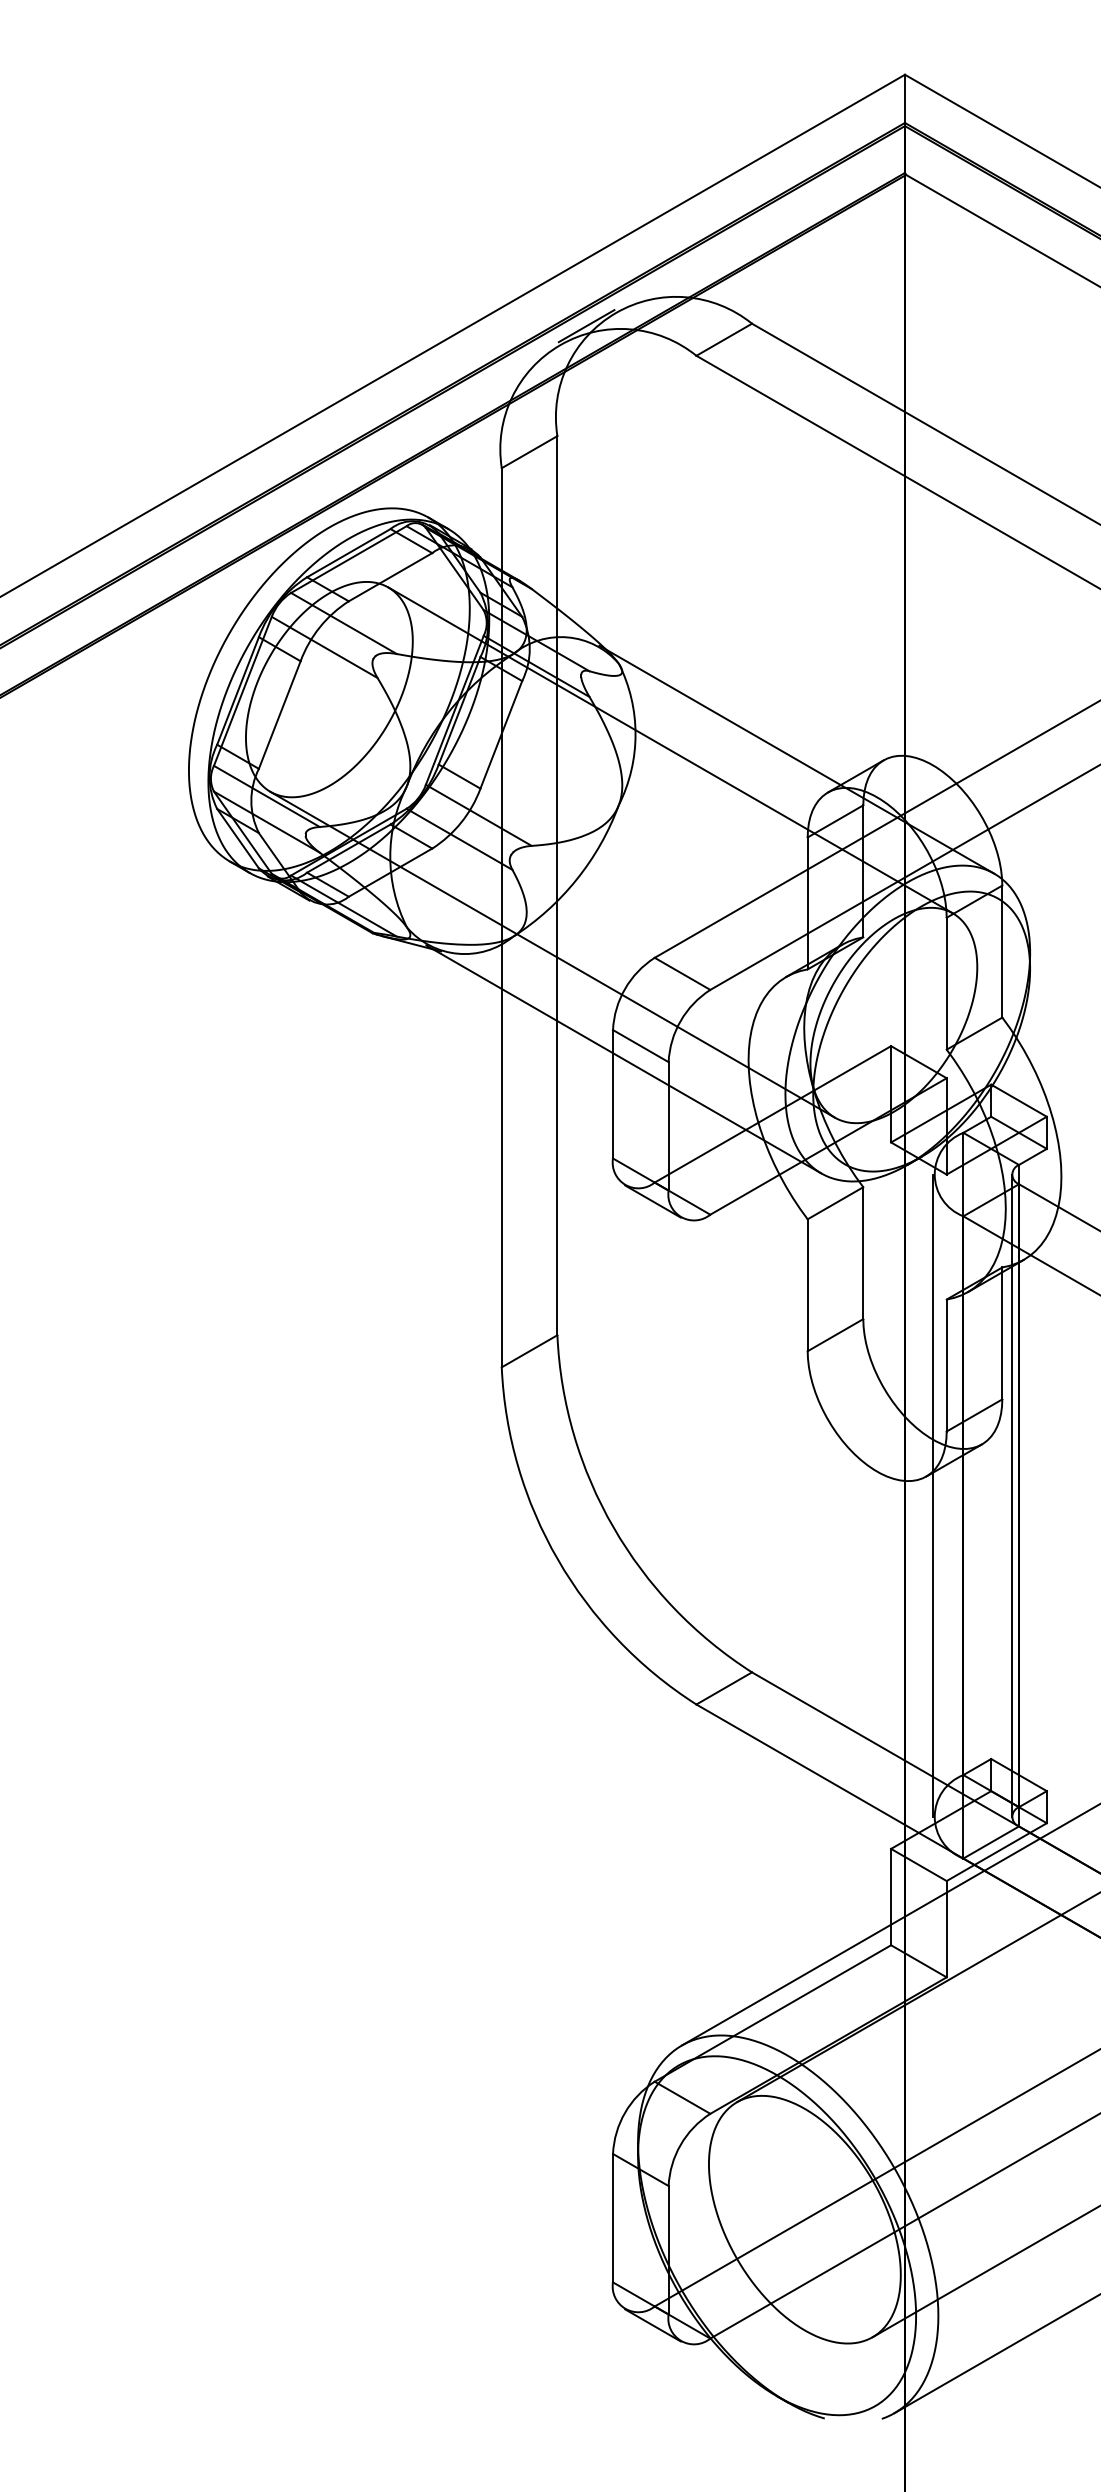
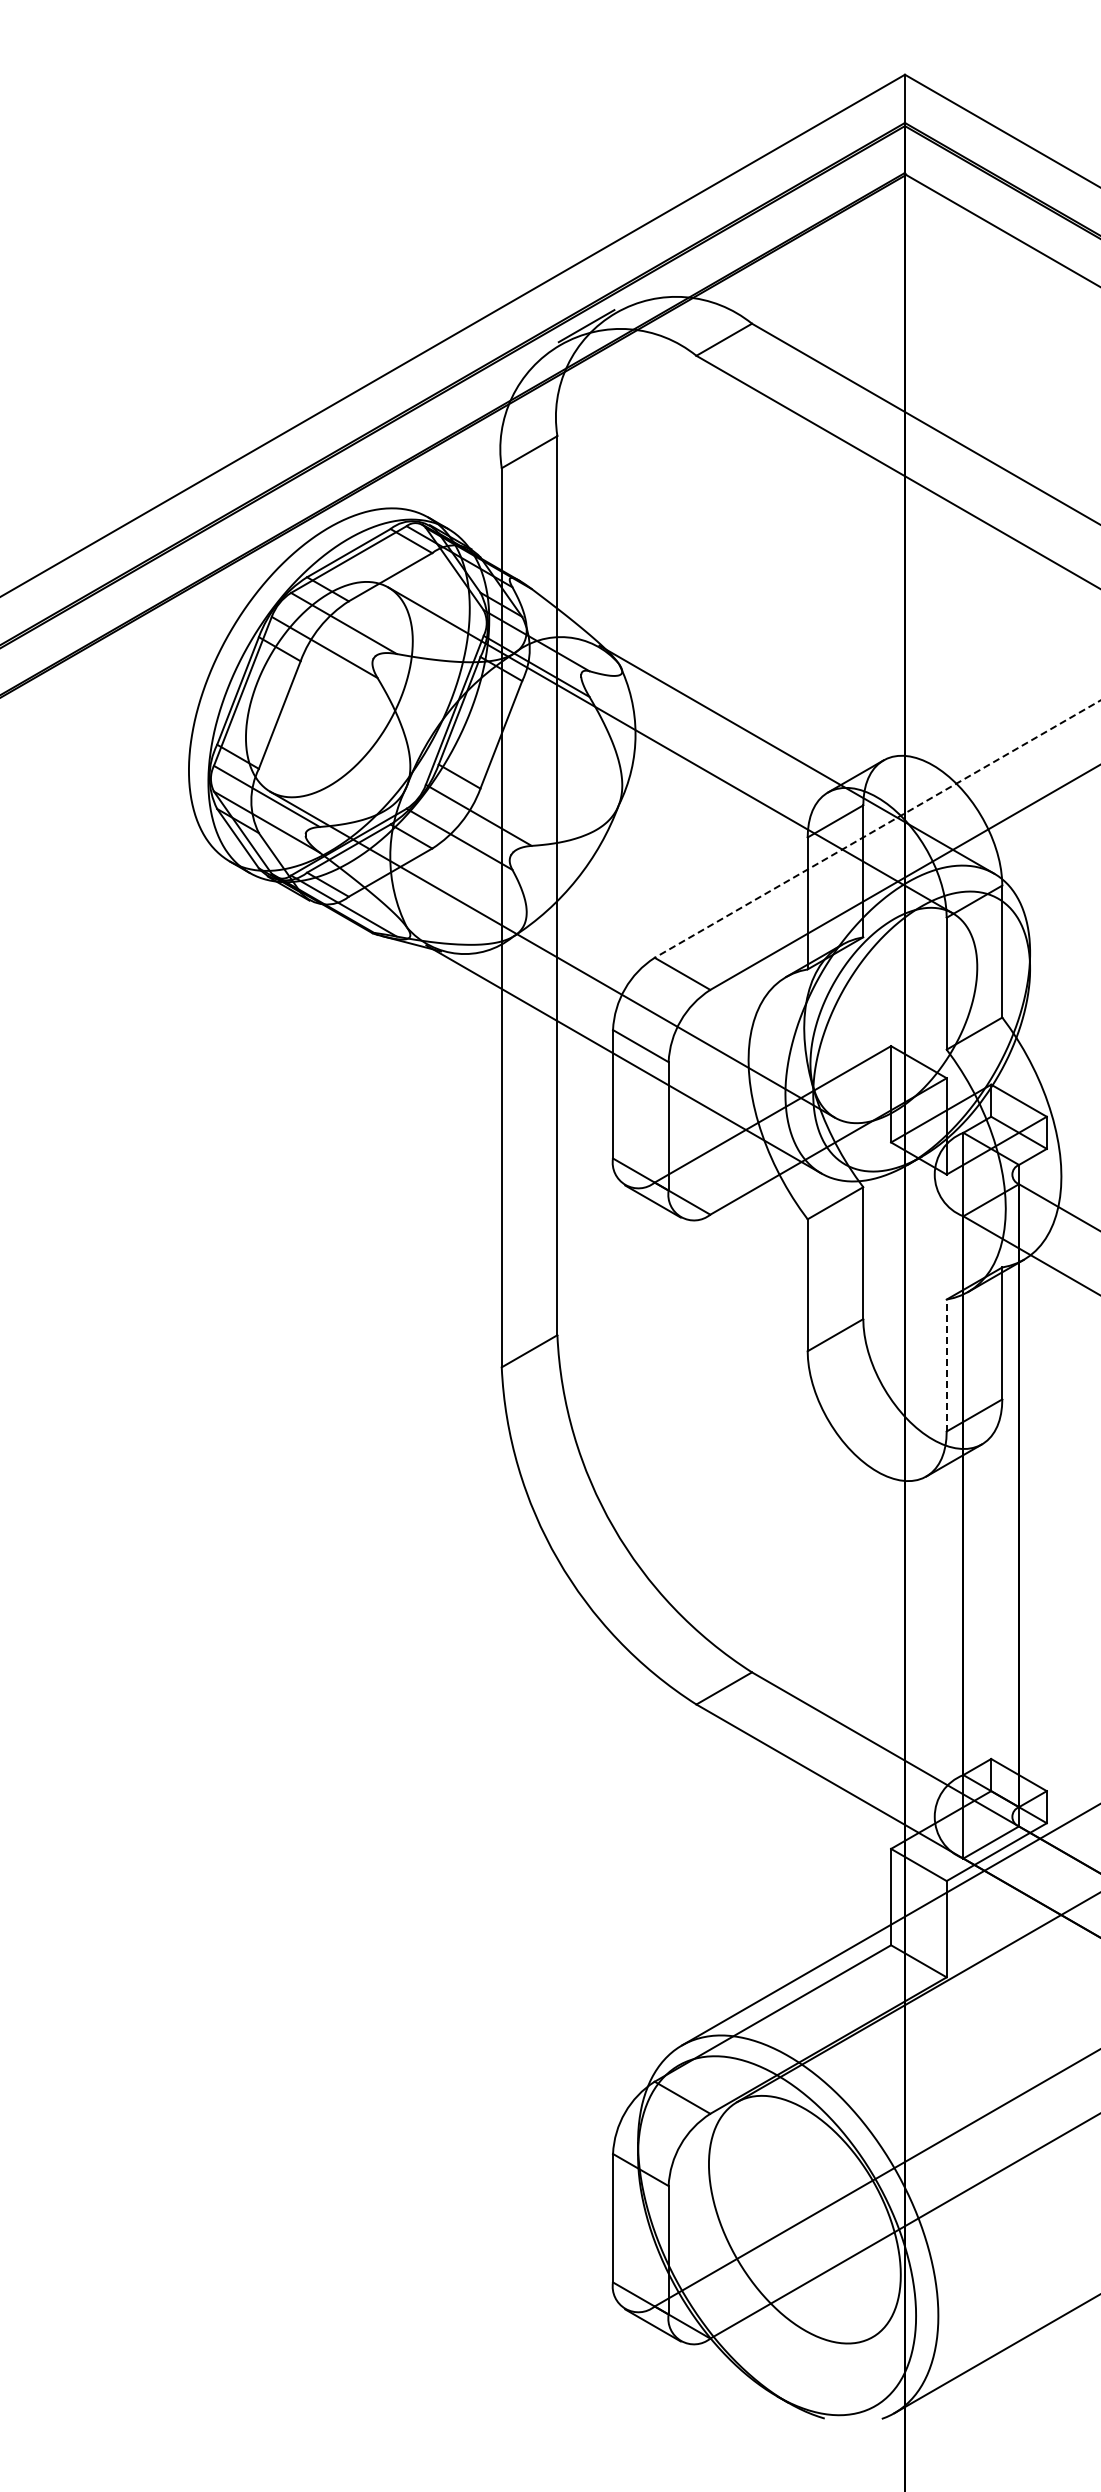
line at (877, 829): solid -> dashed
line at (946, 1365): solid -> dashed
line at (933, 1495): present -> none
line at (1012, 1495): present -> none
line at (984, 2272): present -> none
